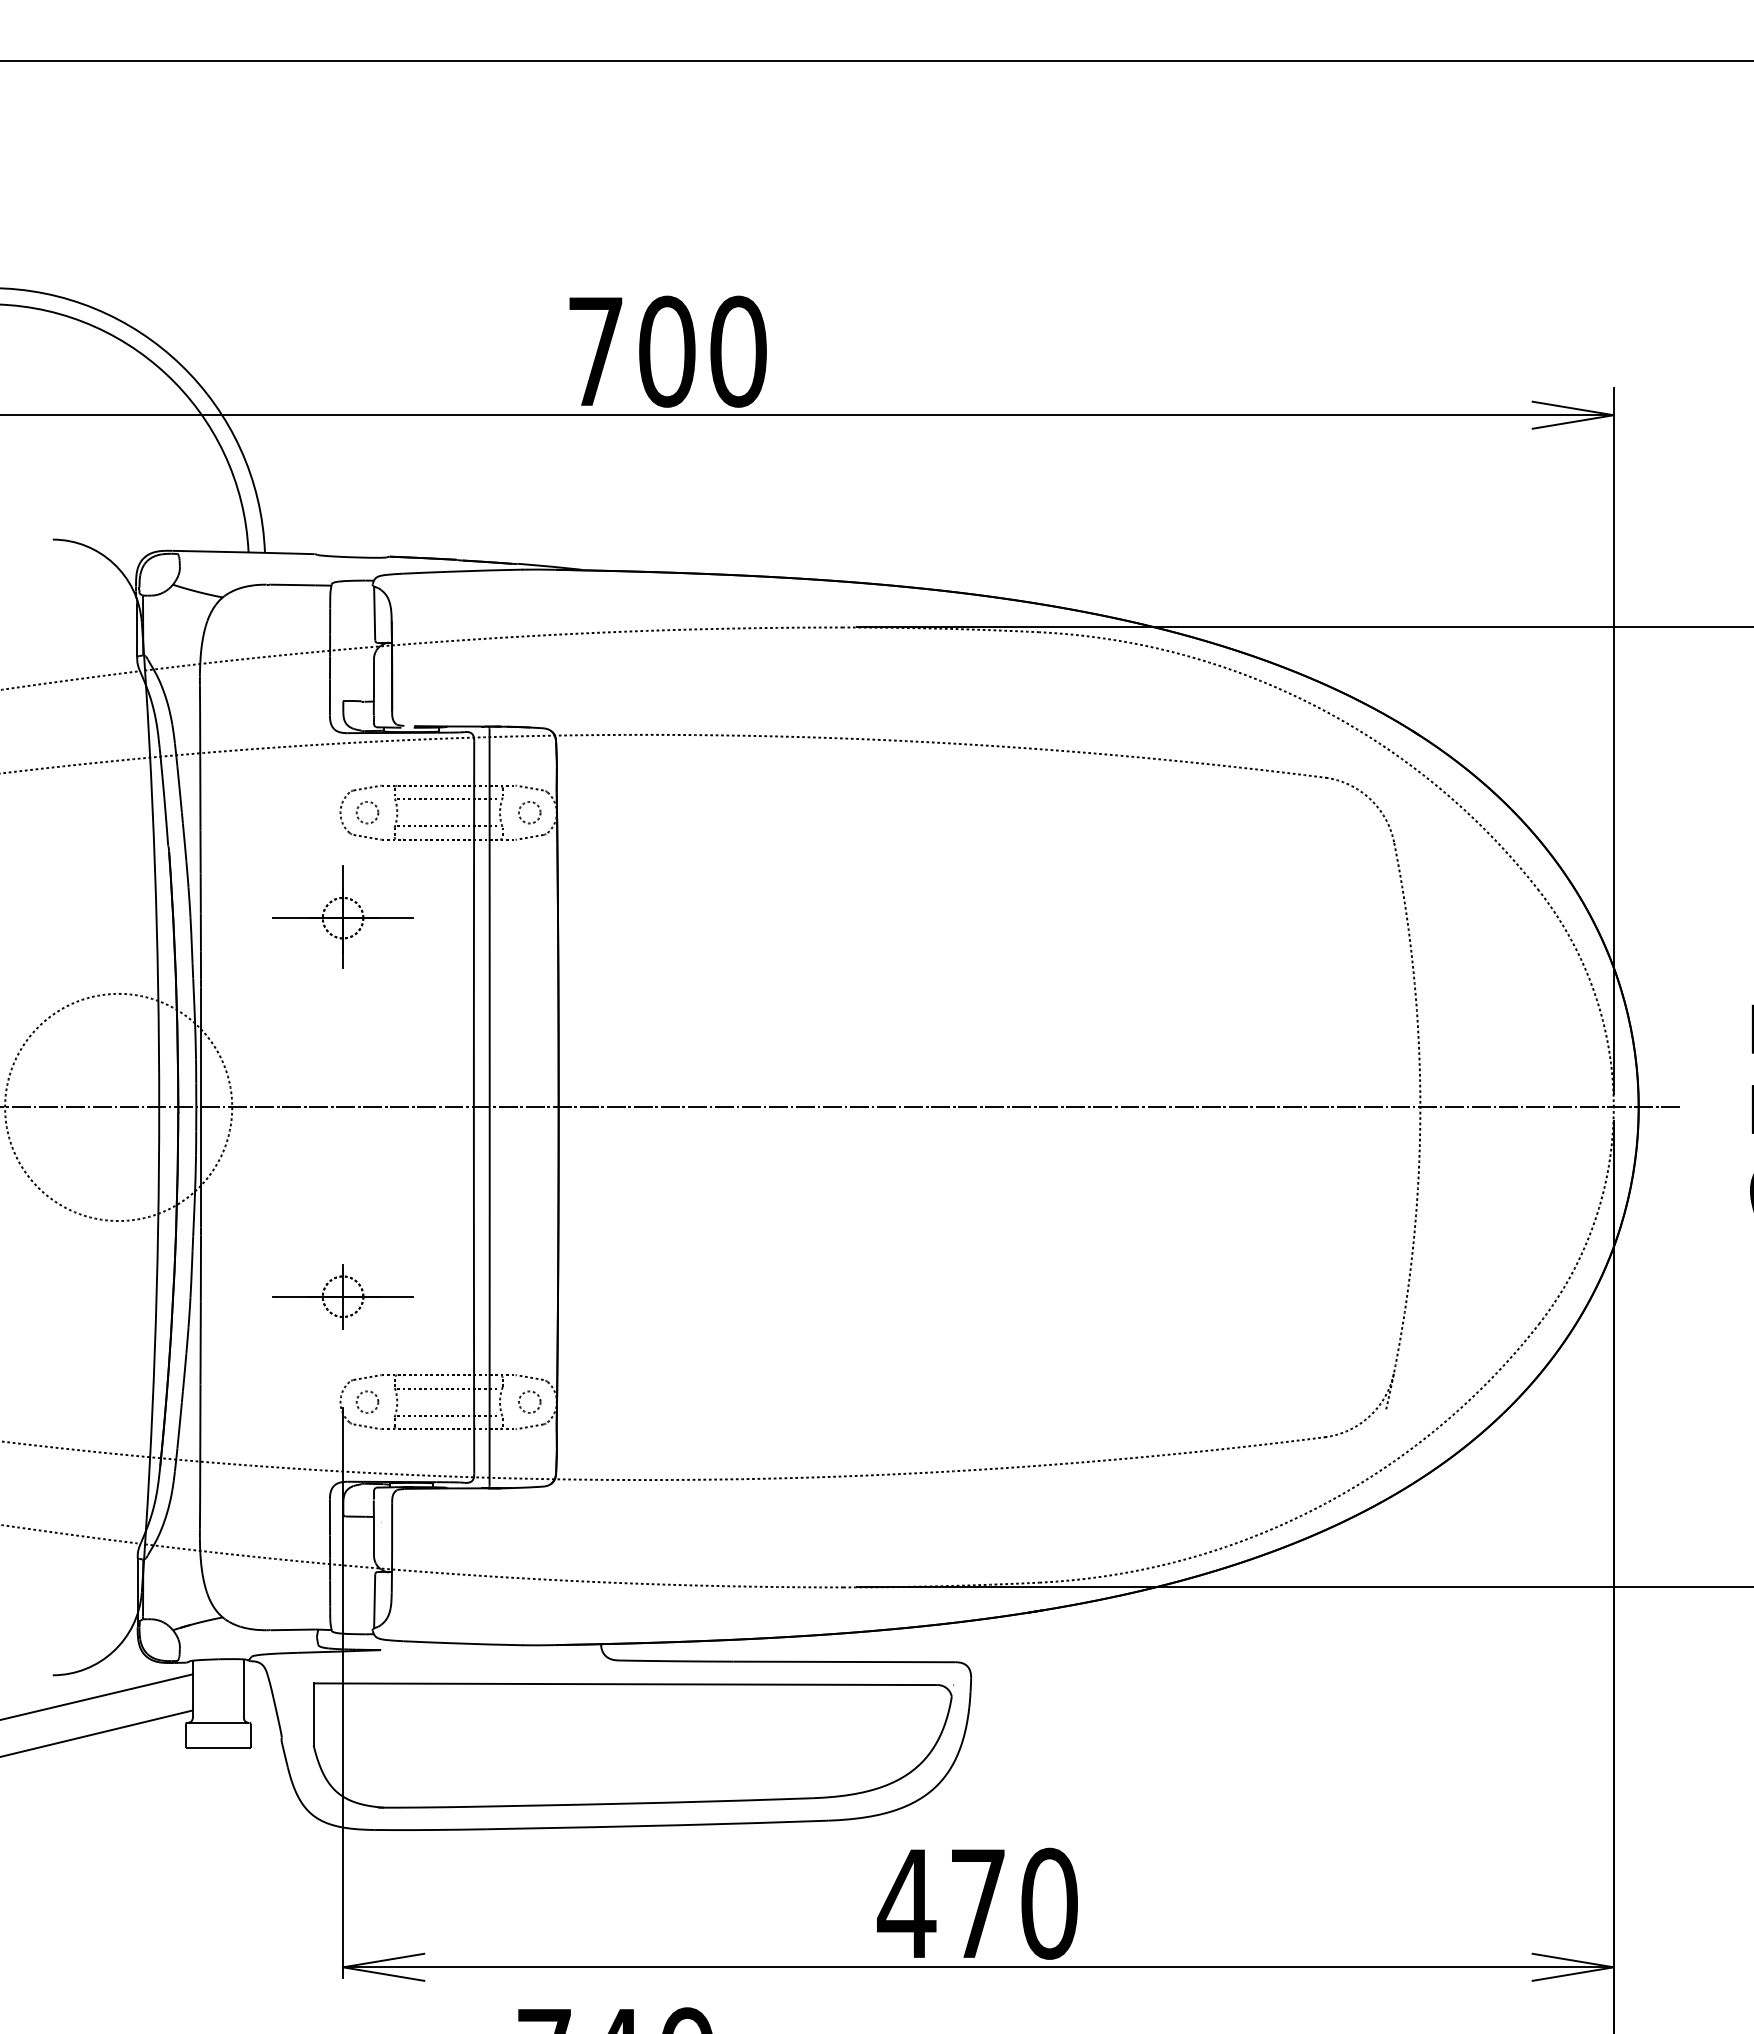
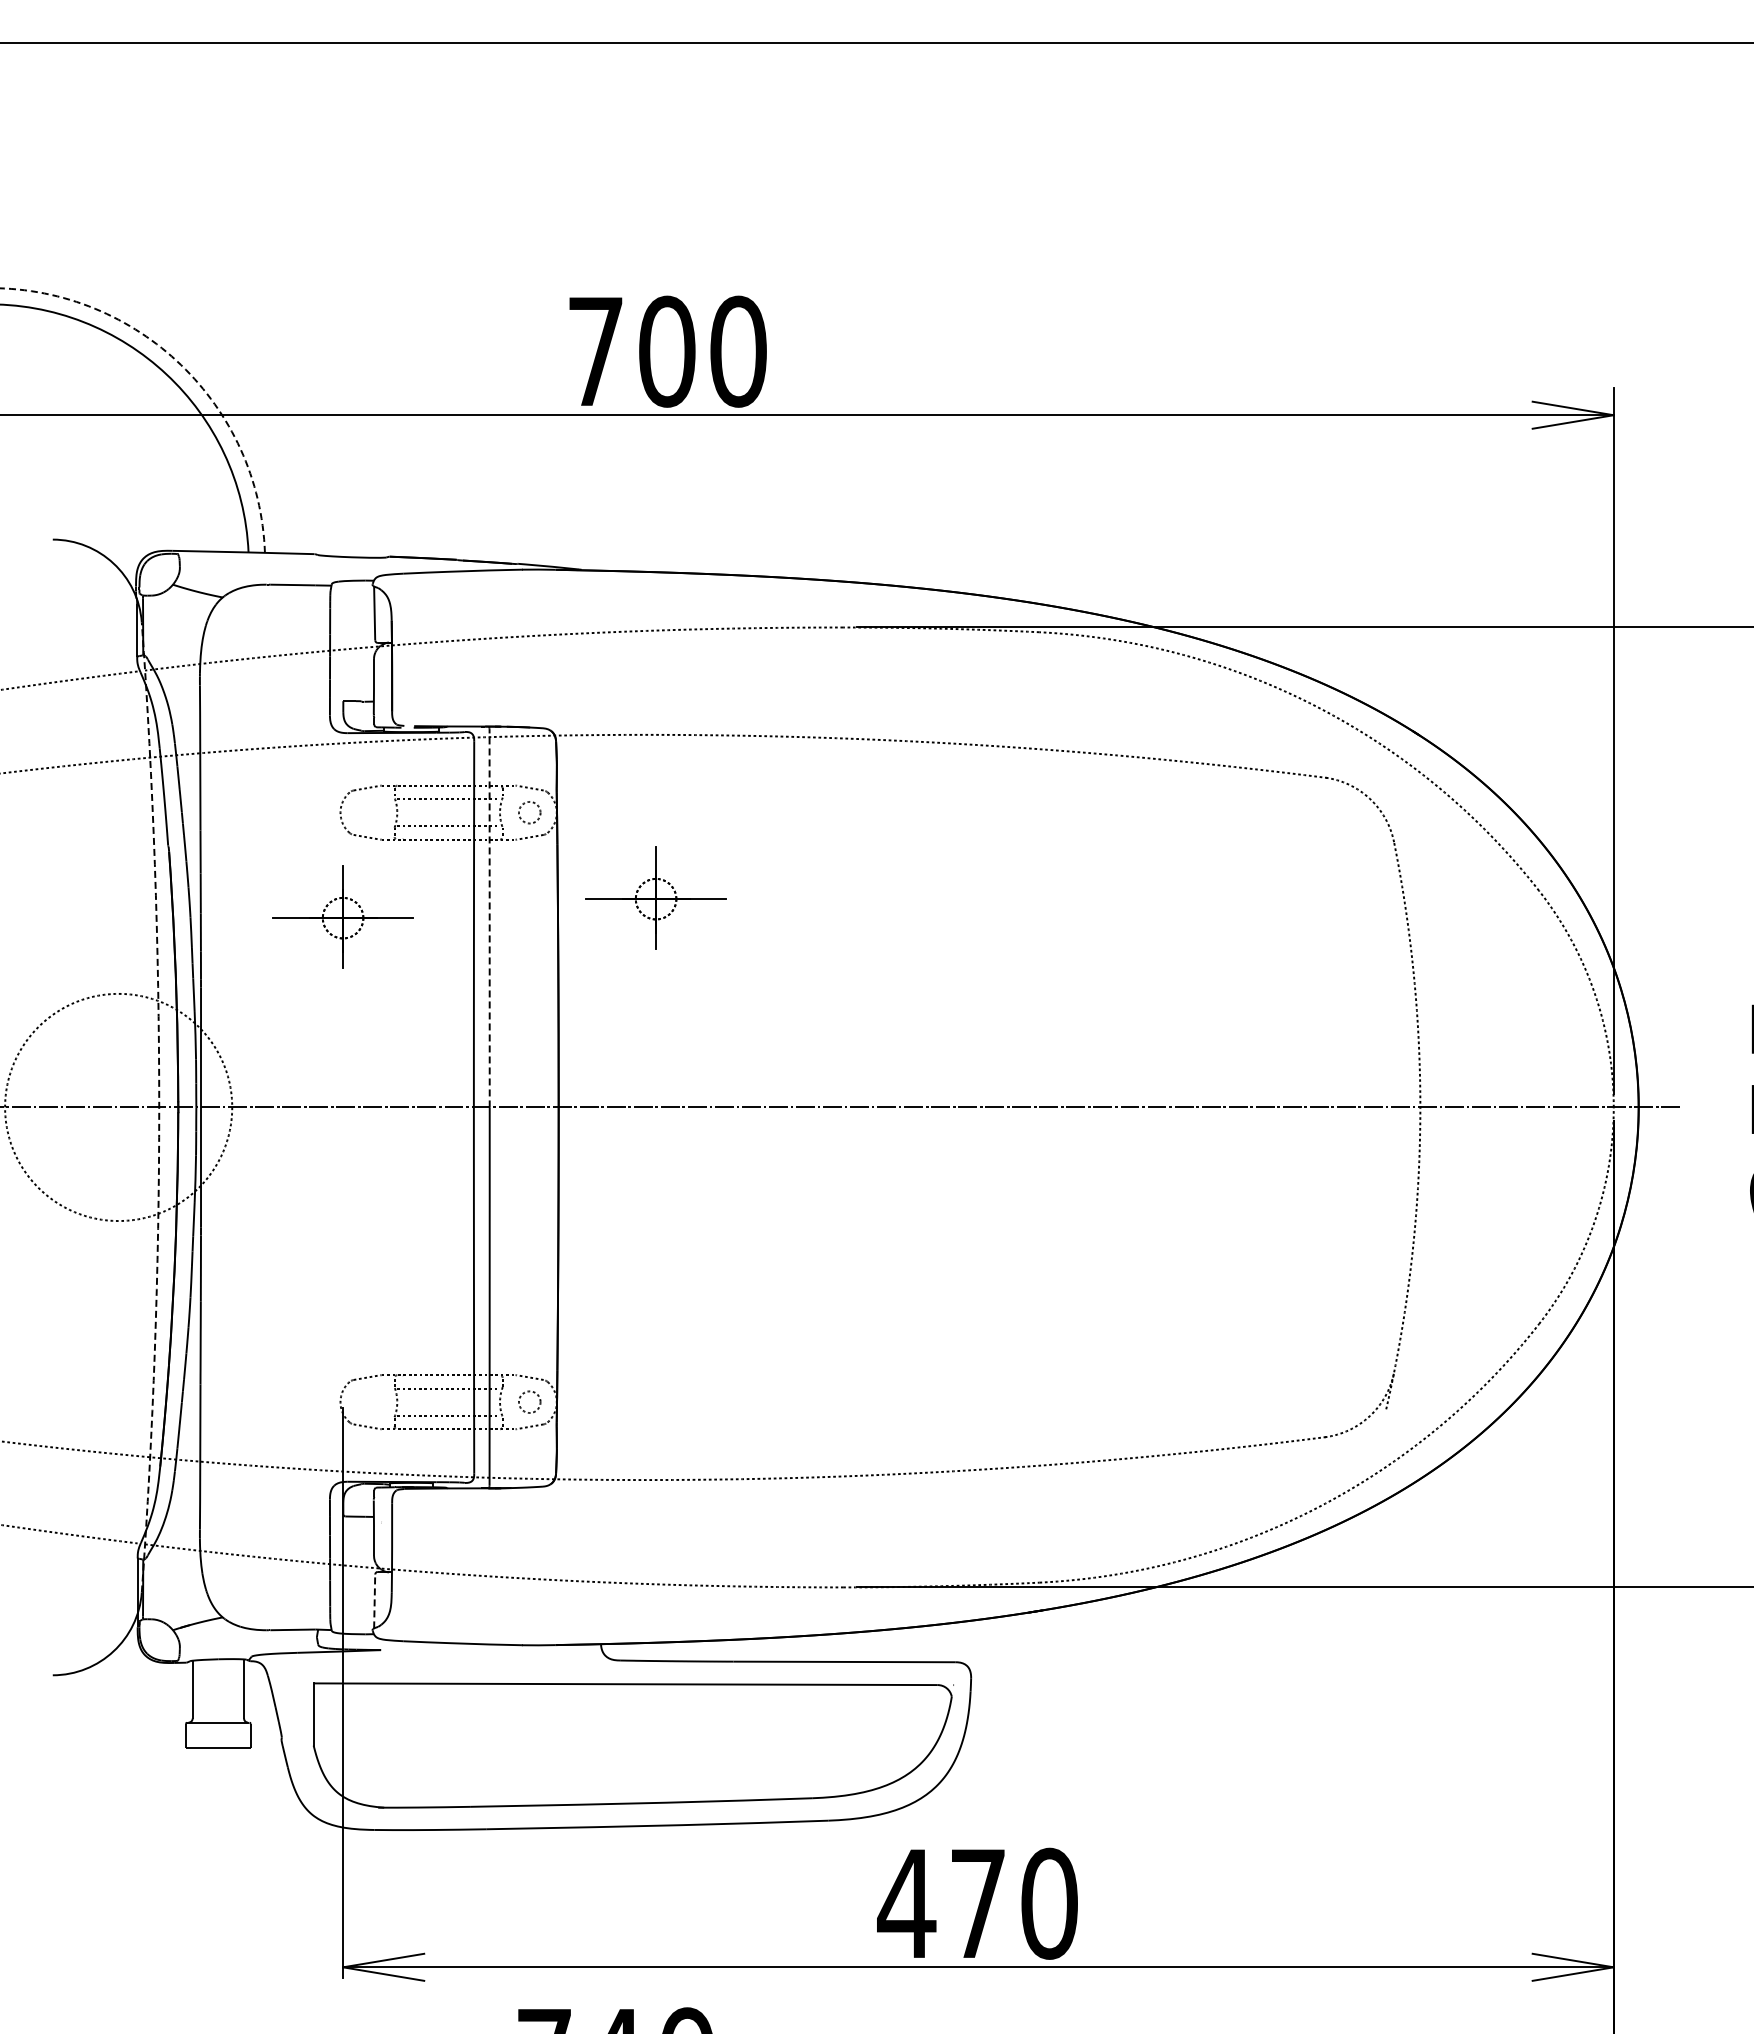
line at (876, 61) position: (876, 61) -> (876, 43)
arc at (183, 367): solid -> dashed
circle at (367, 812): present -> none
part at (655, 897): none -> present
line at (489, 917): solid -> dashed
arc at (159, 1107): solid -> dashed
part at (342, 1296): present -> none
circle at (367, 1401): present -> none
line at (374, 1601): solid -> dashed
line at (97, 1696): present -> none
line at (96, 1733): present -> none
